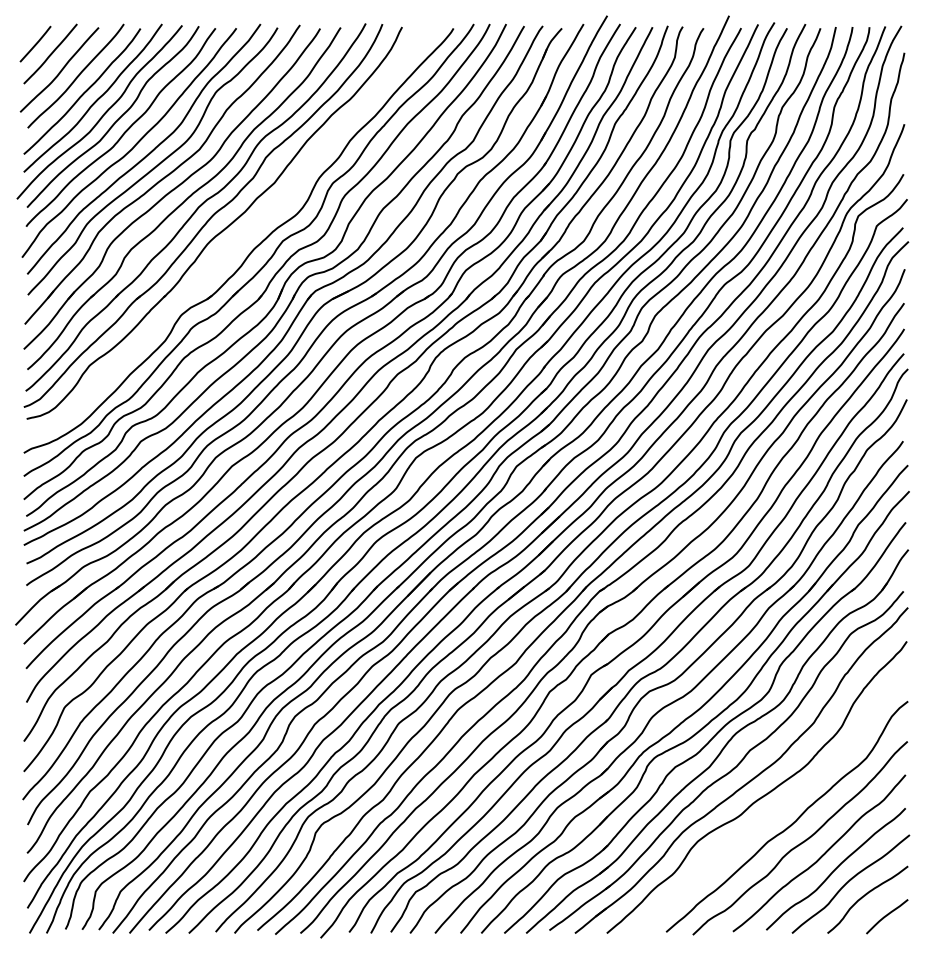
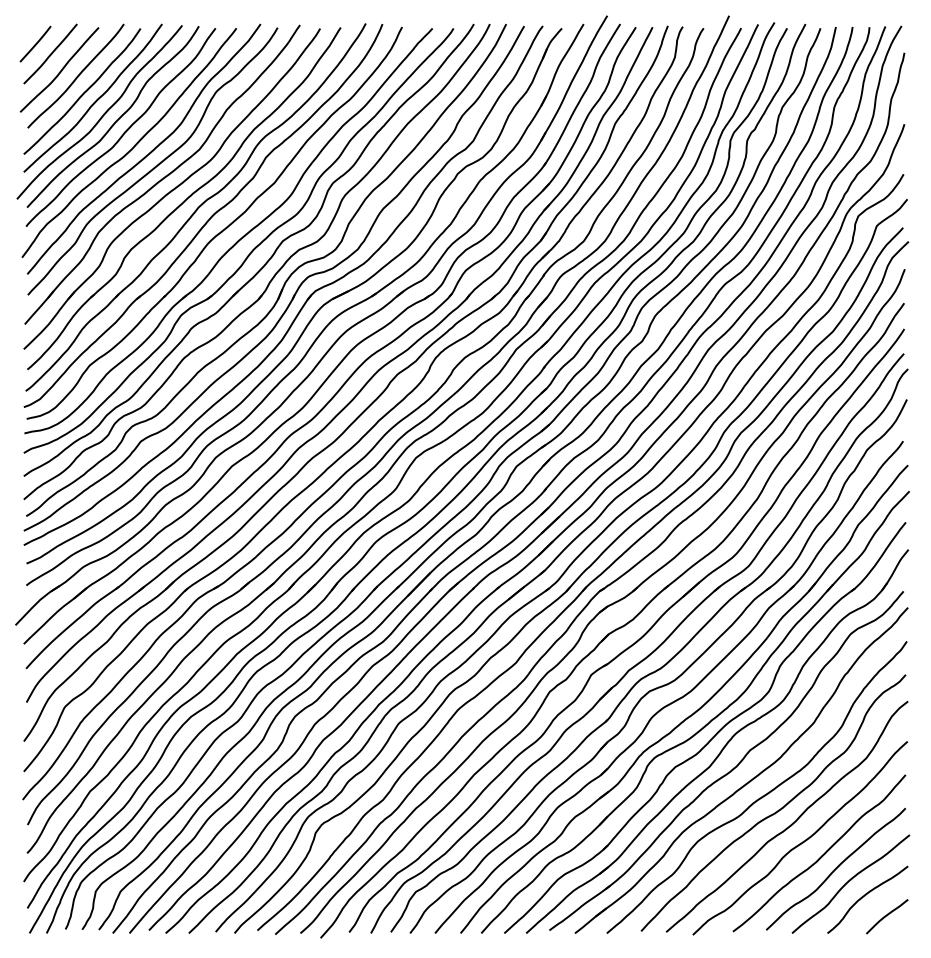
part at (237, 240): none -> present
curve at (778, 809): none -> present
